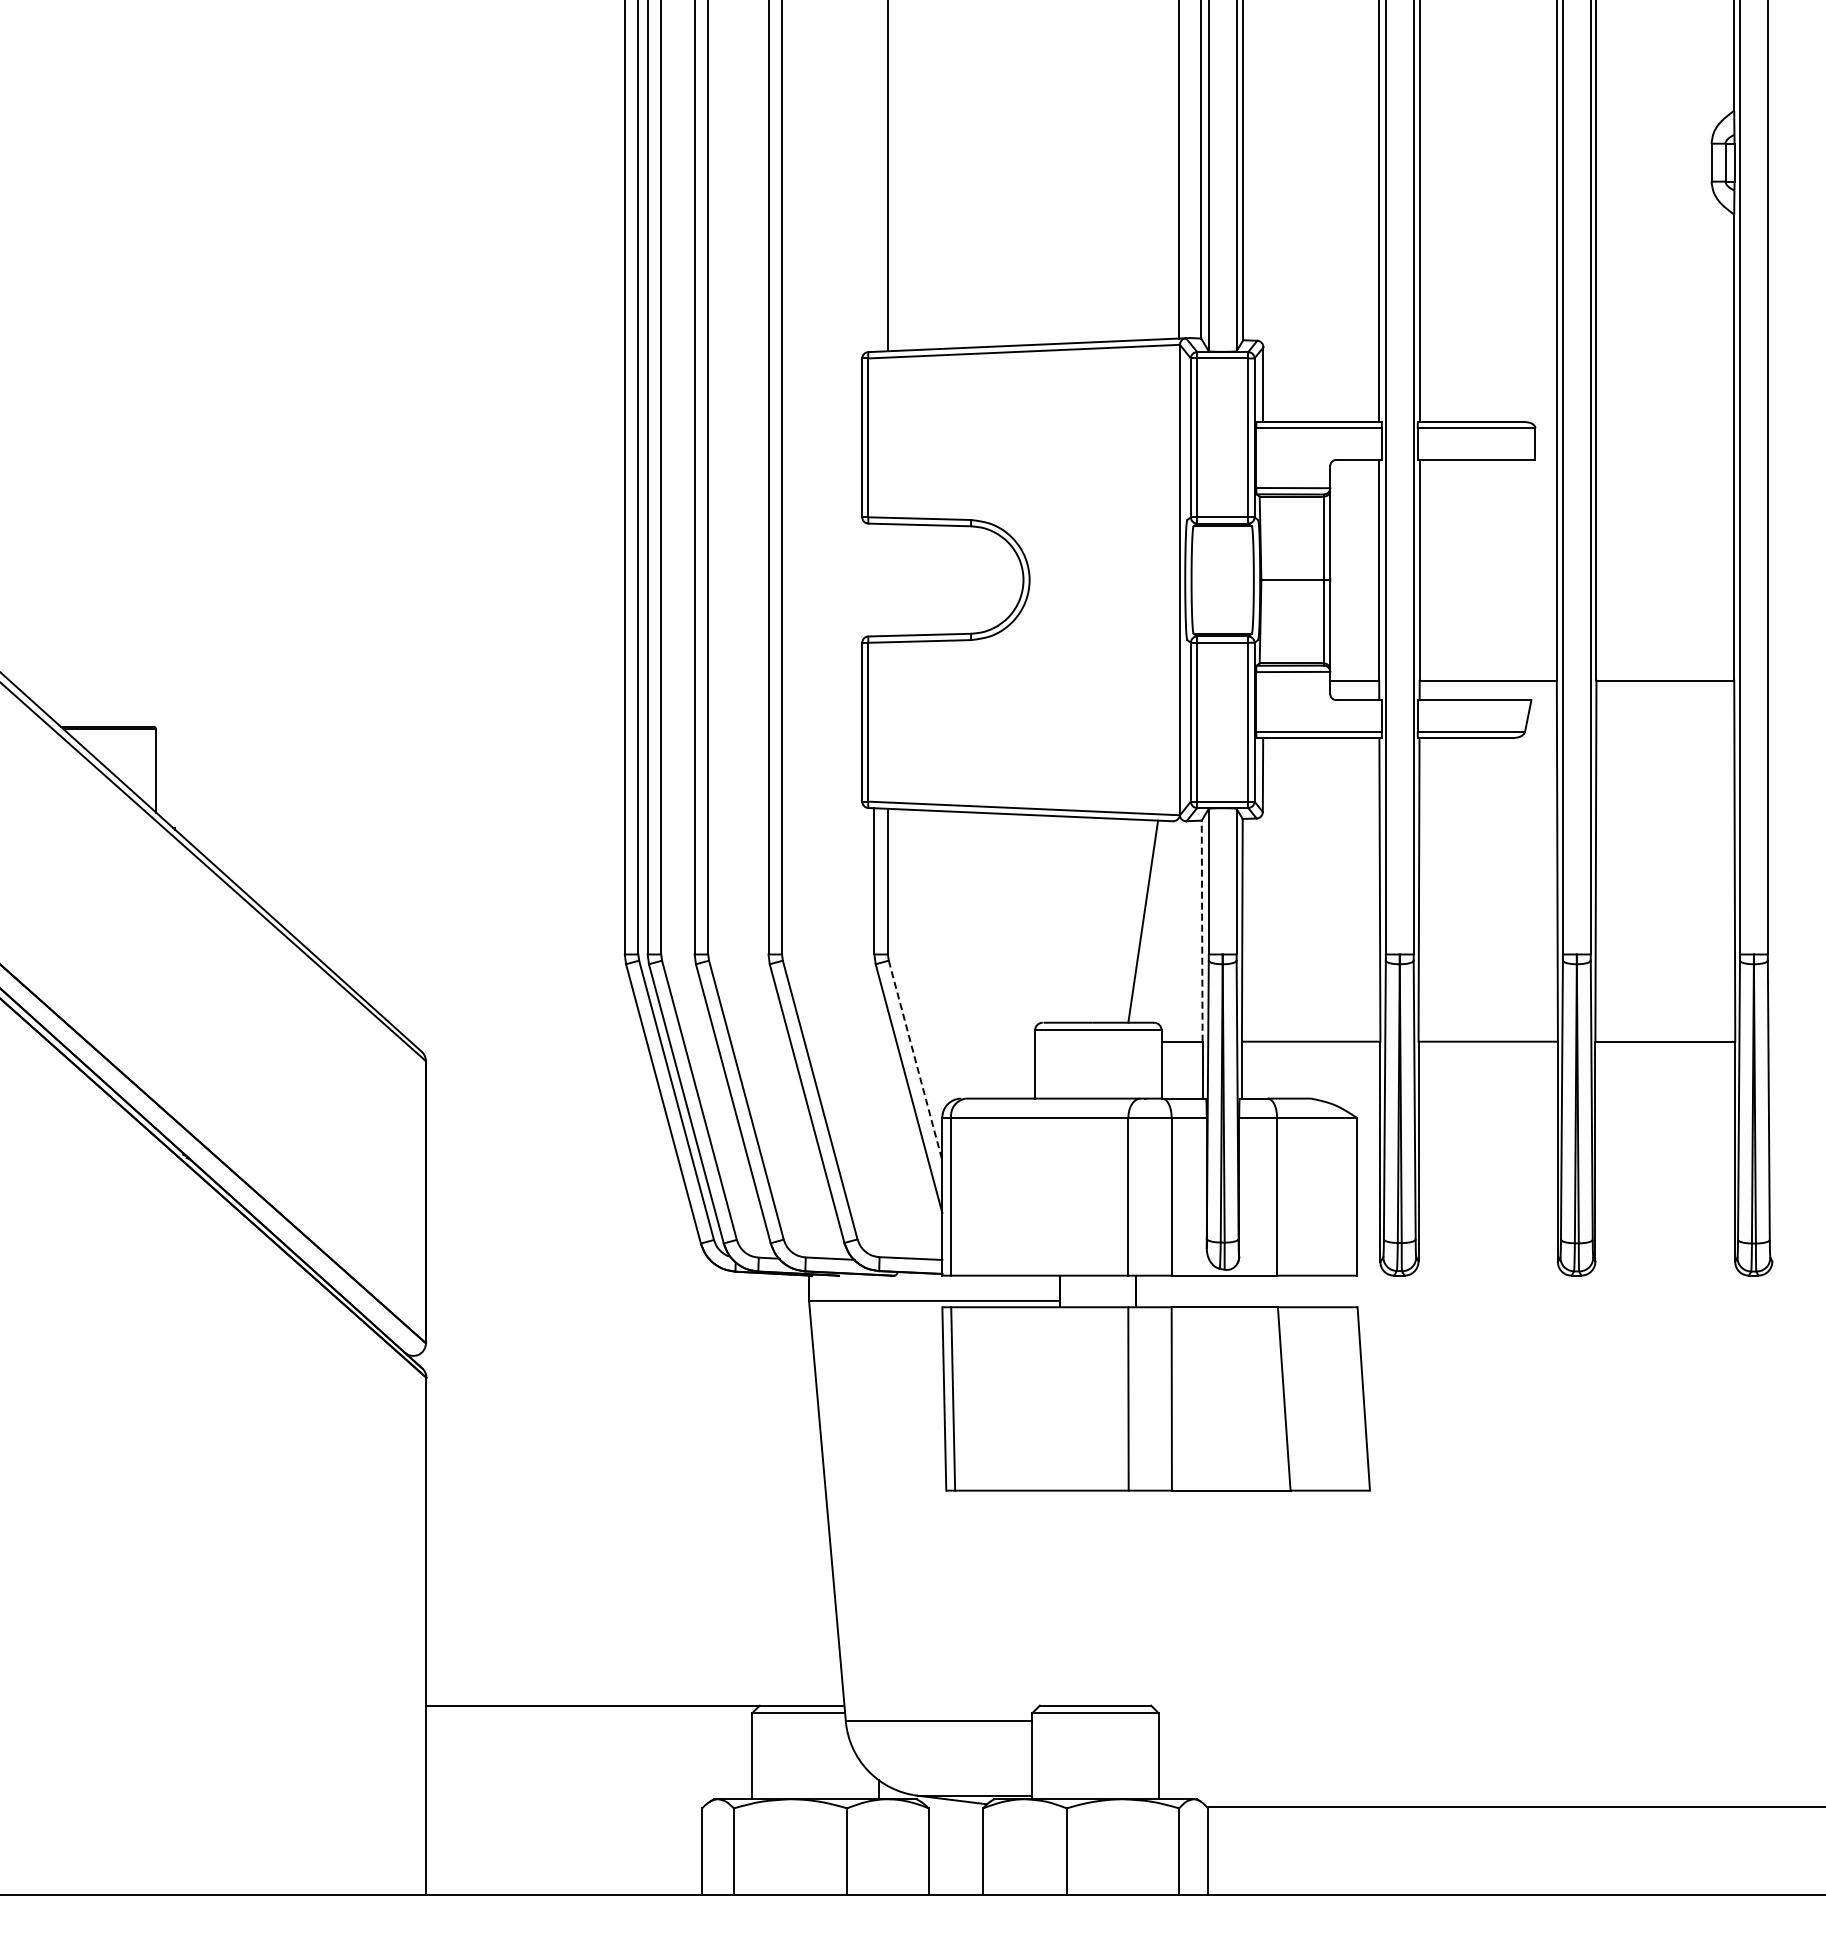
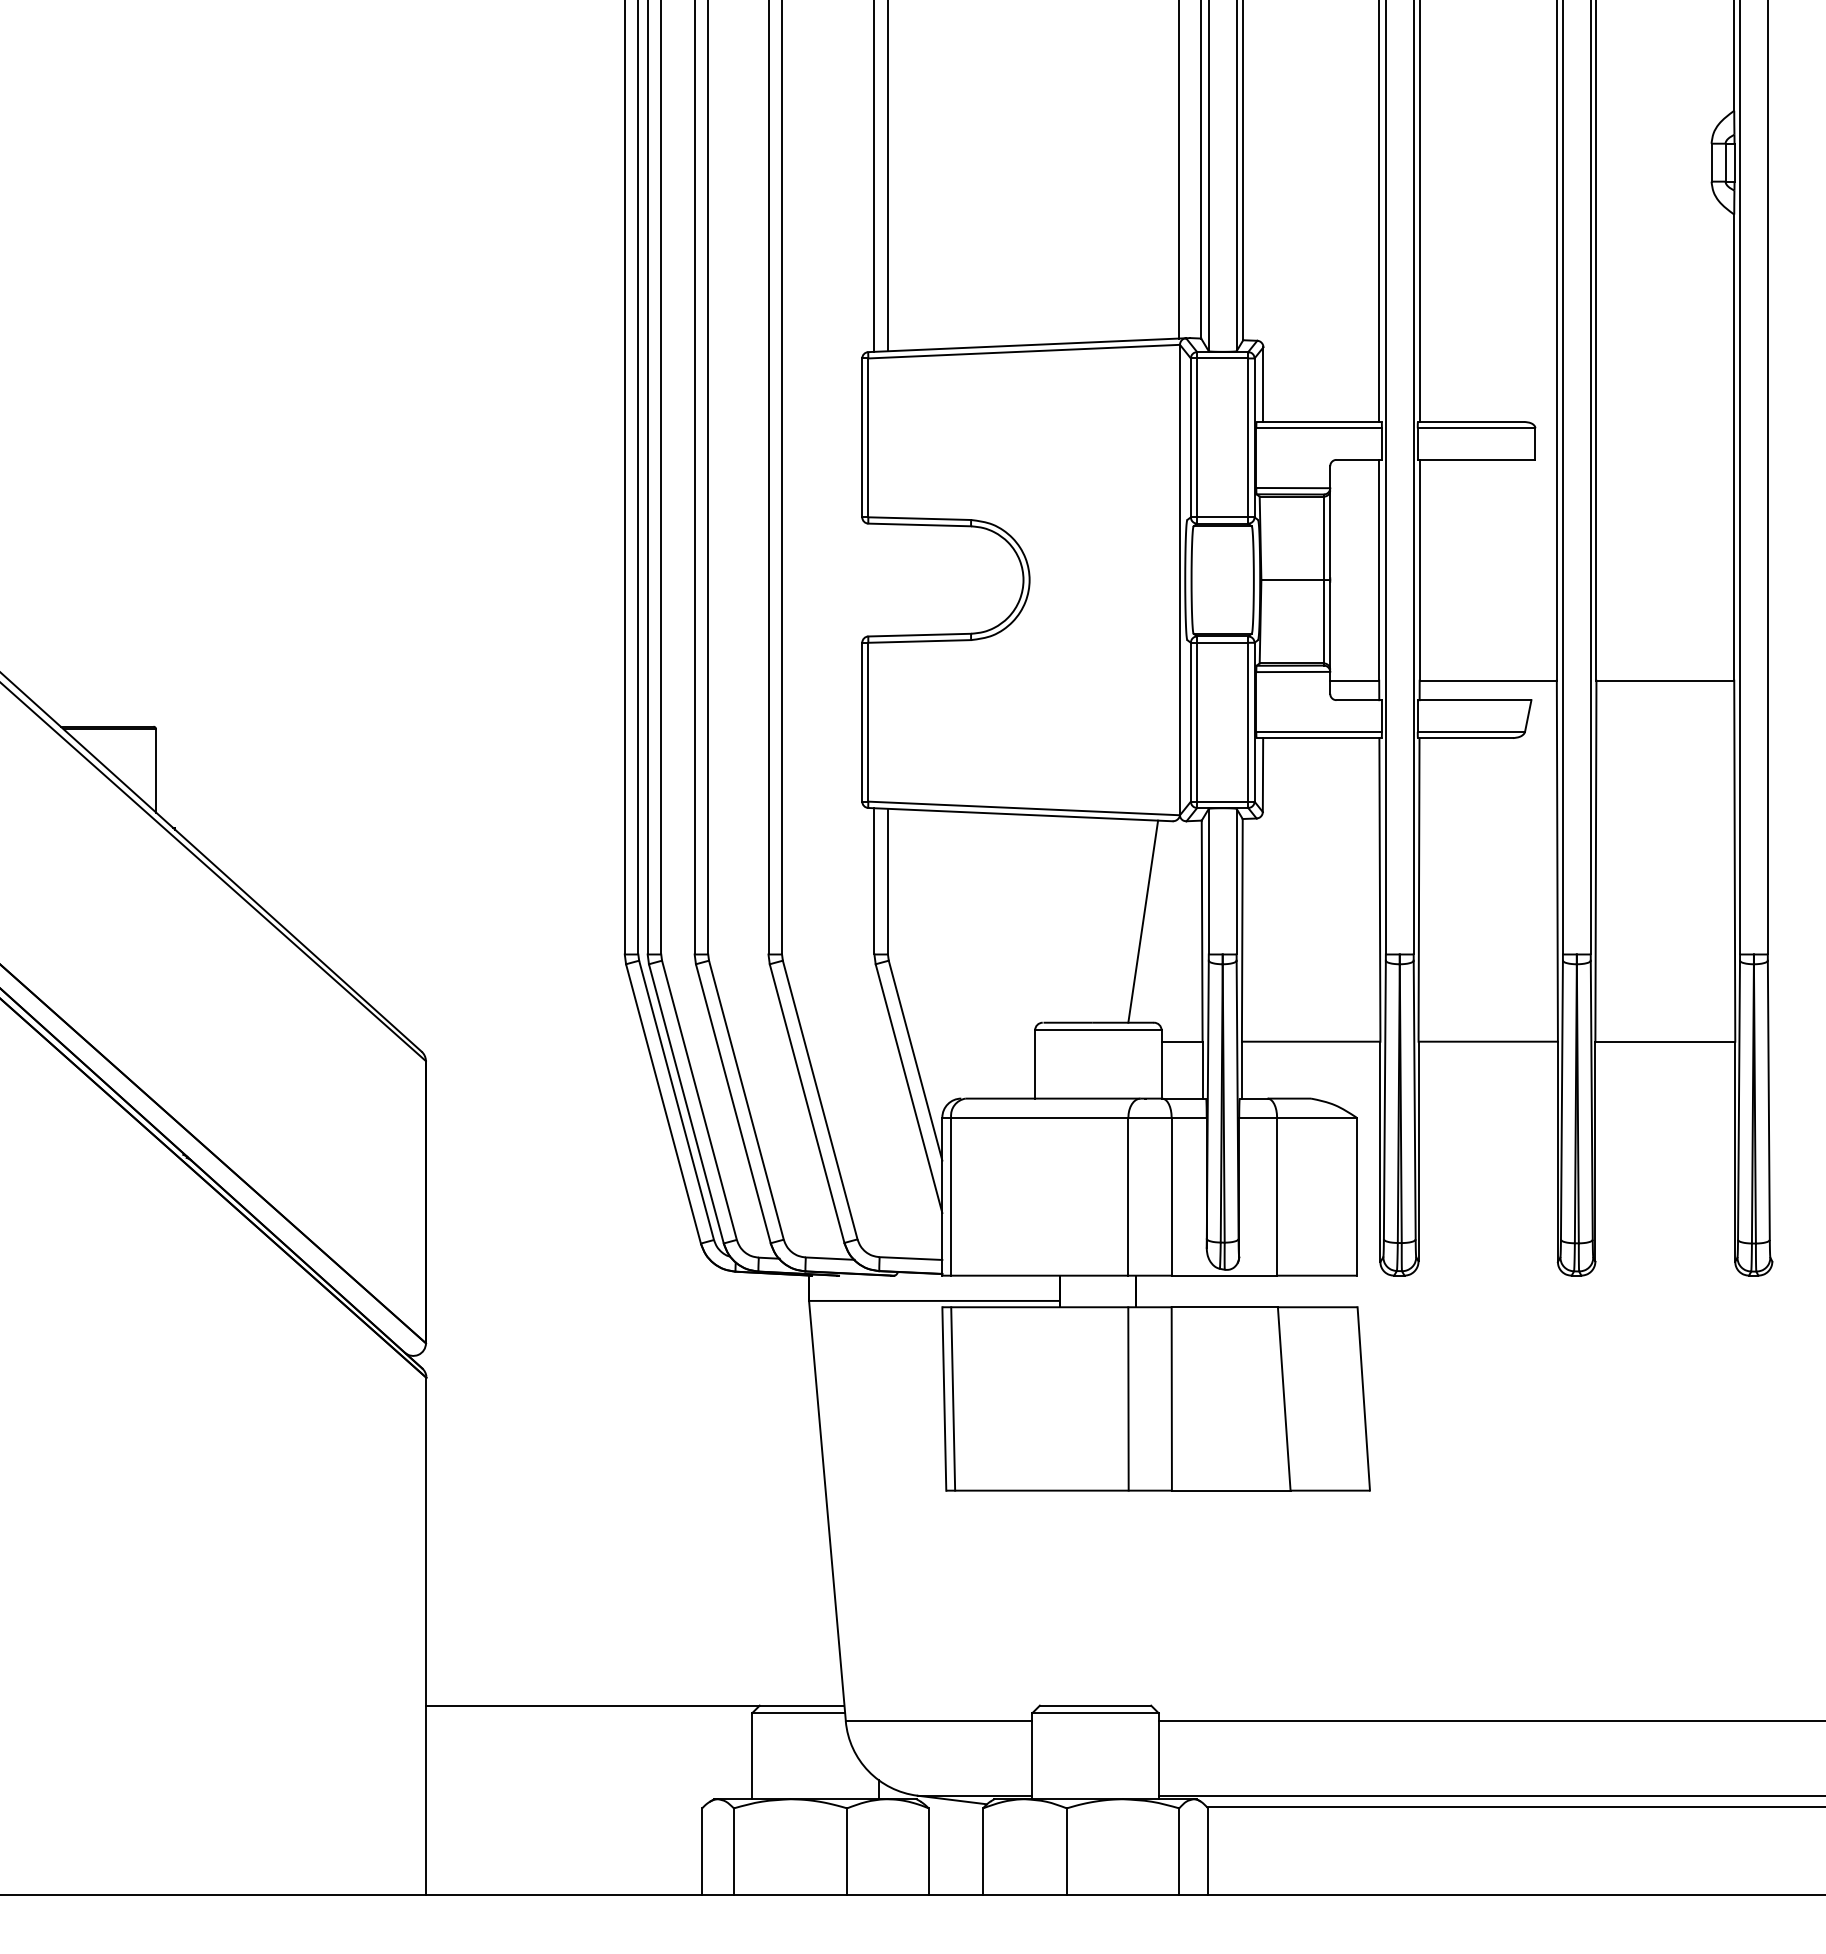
line at (874, 176): none -> present
line at (1202, 931): dashed -> solid
line at (915, 1061): dashed -> solid
line at (1490, 1721): none -> present
line at (1490, 1795): none -> present
